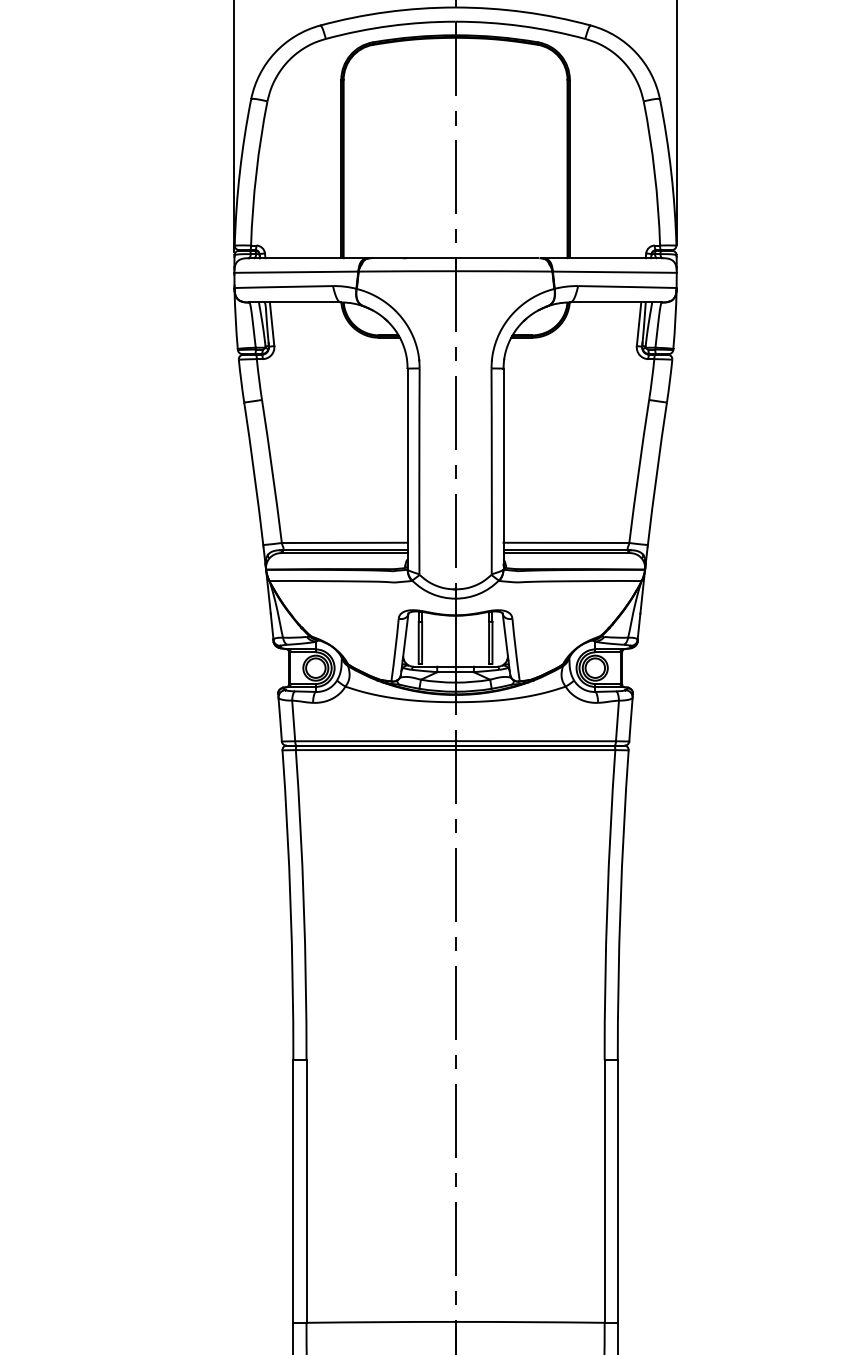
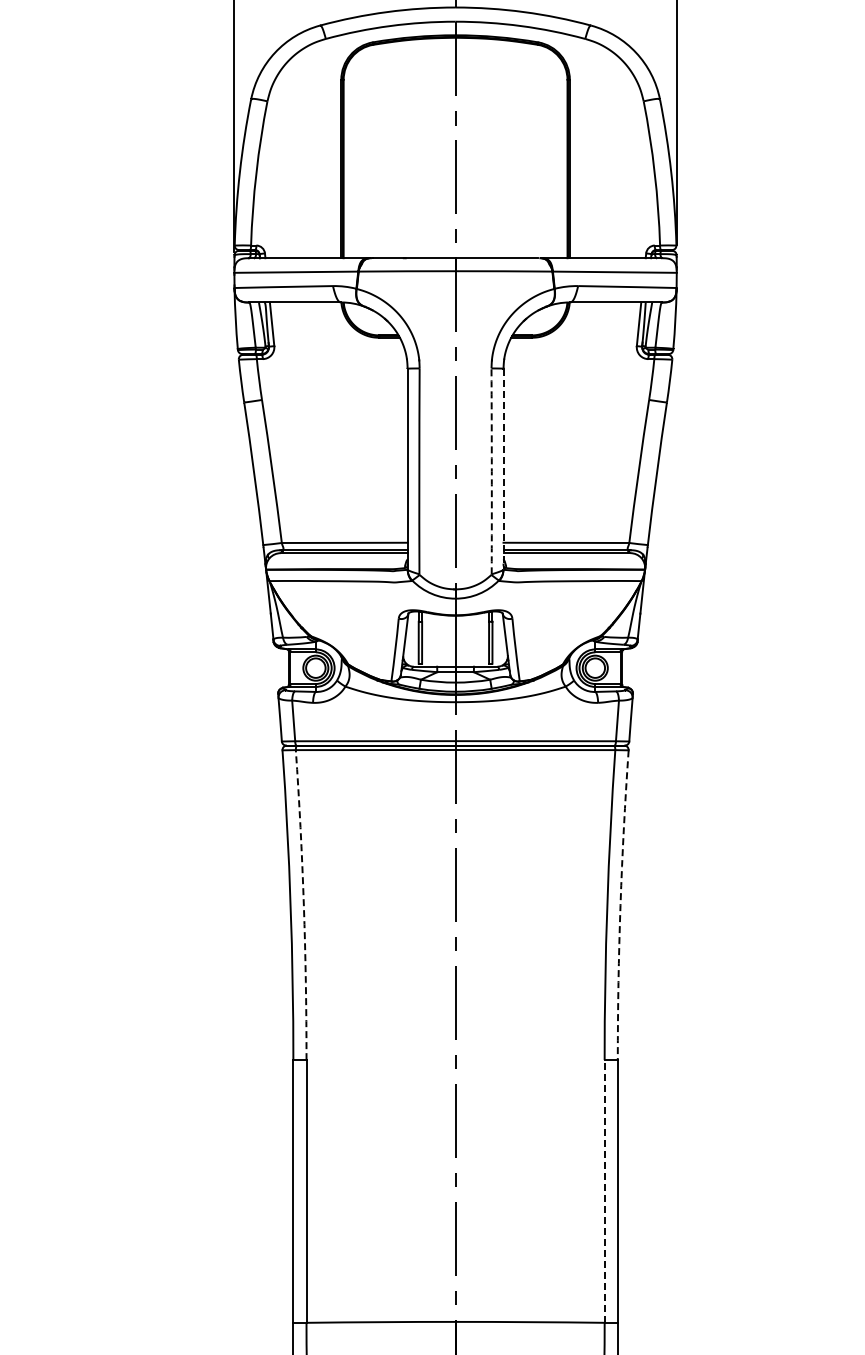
line at (503, 469): solid -> dashed
arc at (491, 471): solid -> dashed
arc at (303, 905): solid -> dashed
arc at (620, 905): solid -> dashed
line at (604, 1190): solid -> dashed
